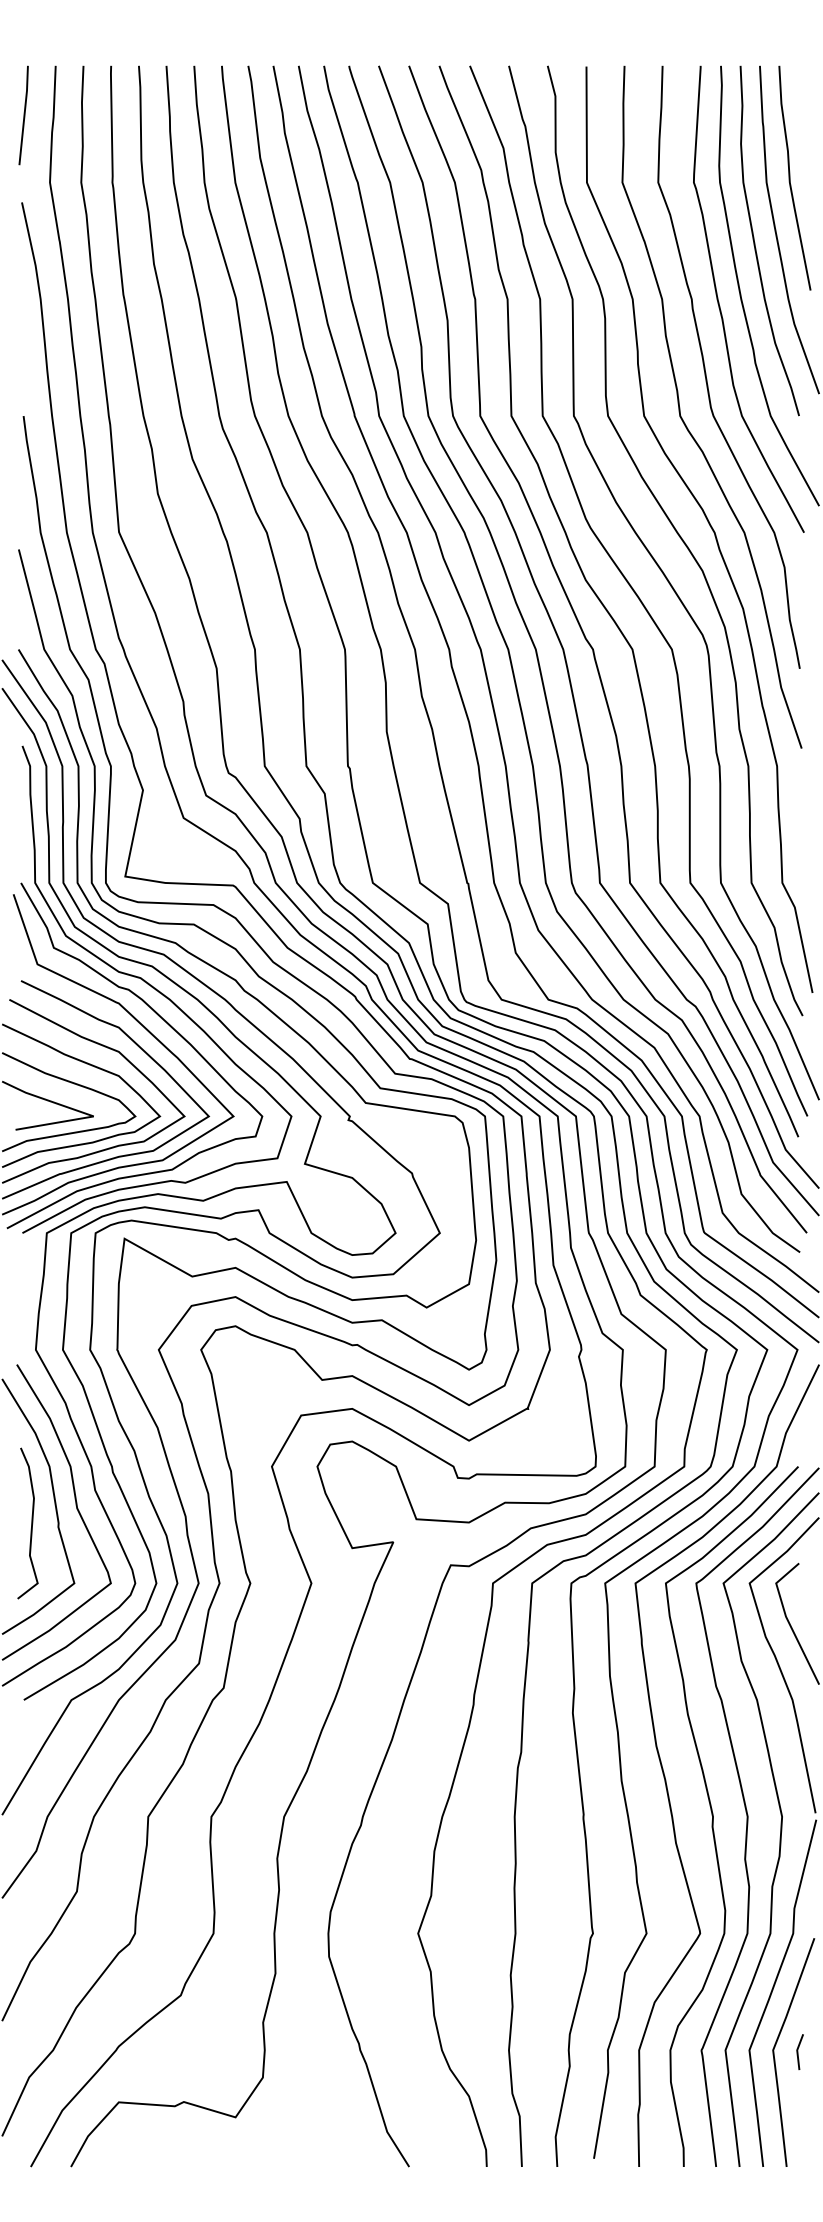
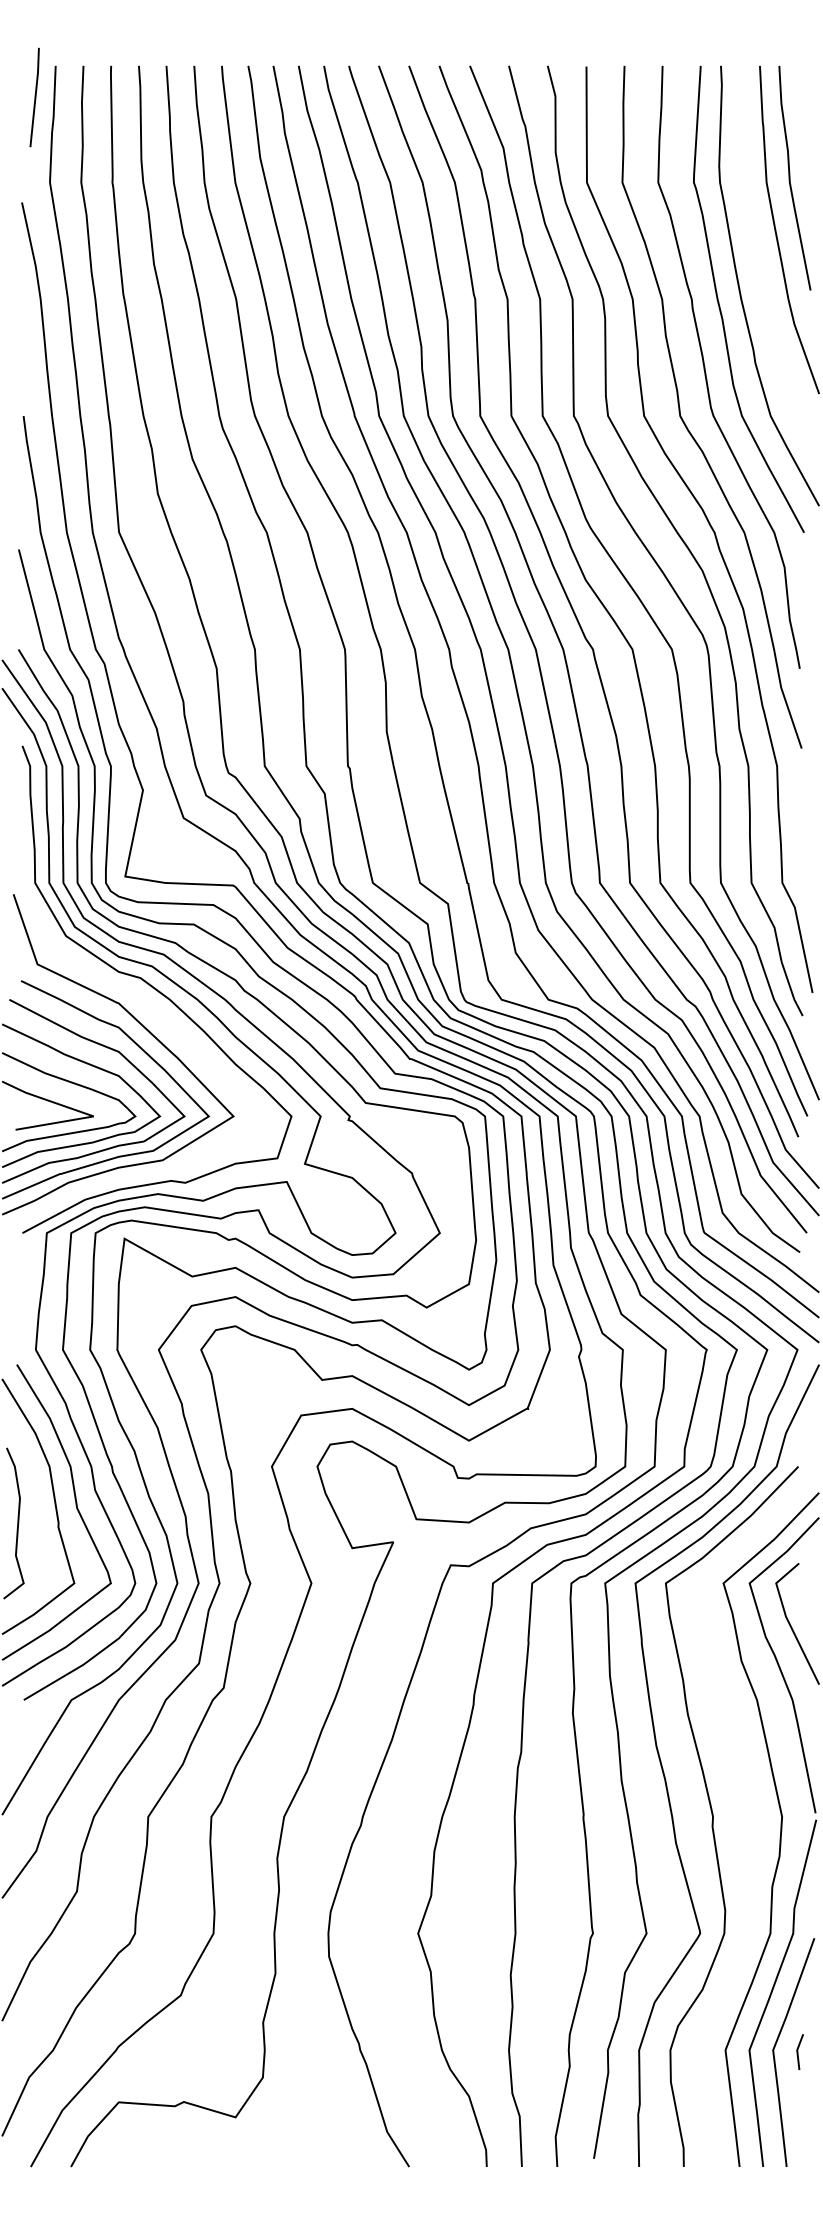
line at (23, 115) position: (23, 115) -> (34, 97)
curve at (755, 242): present -> none
curve at (160, 1018): present -> none
curve at (31, 1523) position: (31, 1523) -> (17, 1523)
curve at (748, 1816): present -> none
